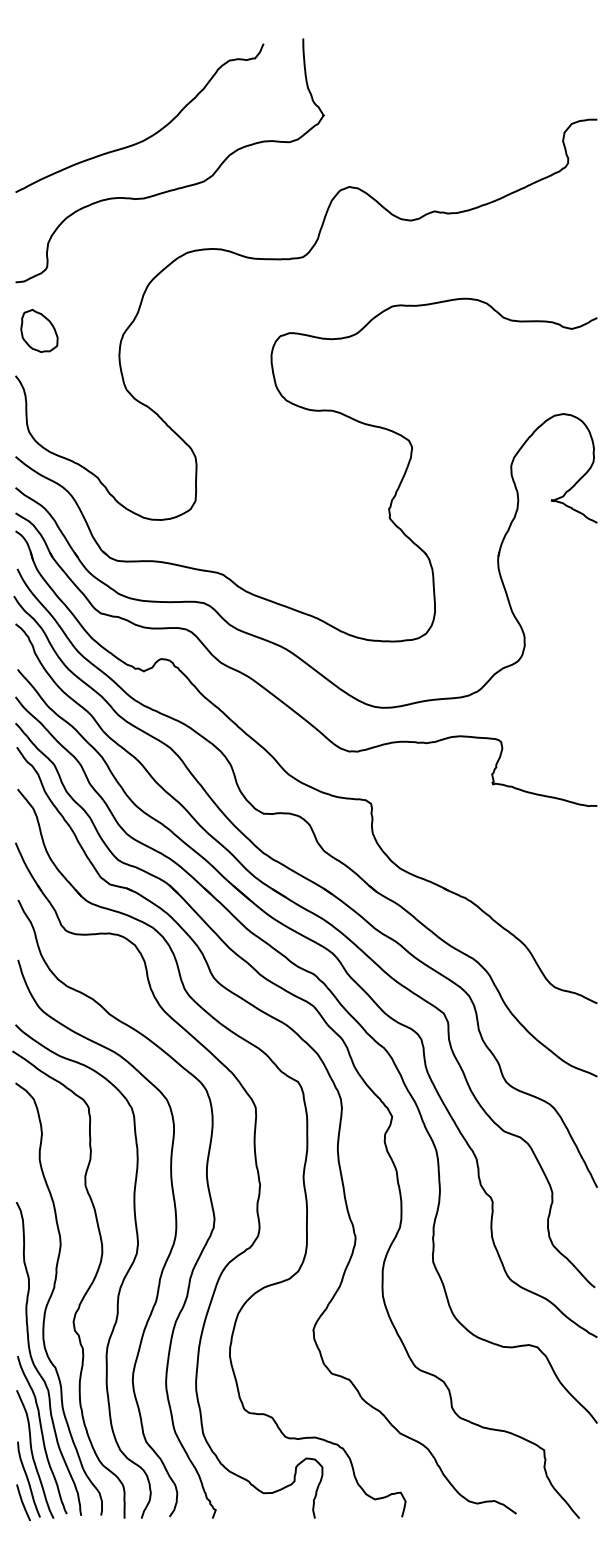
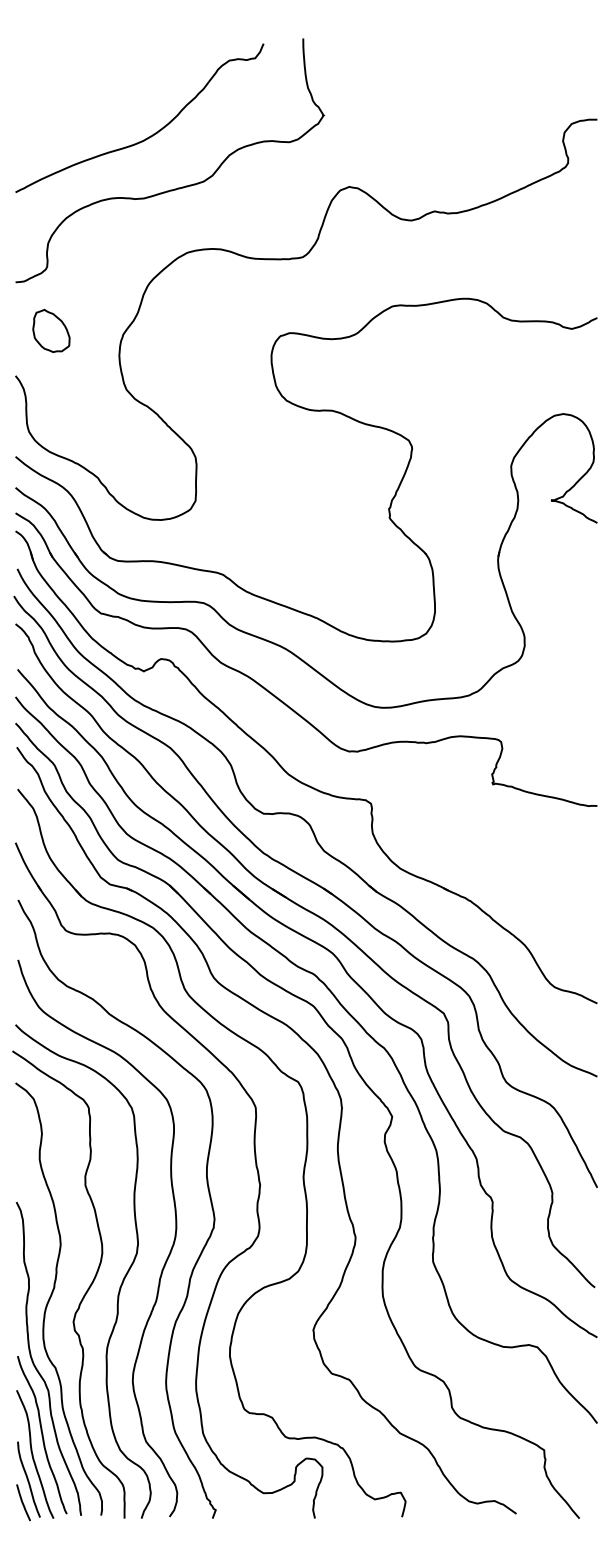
part at (39, 330) position: (39, 330) -> (51, 330)
